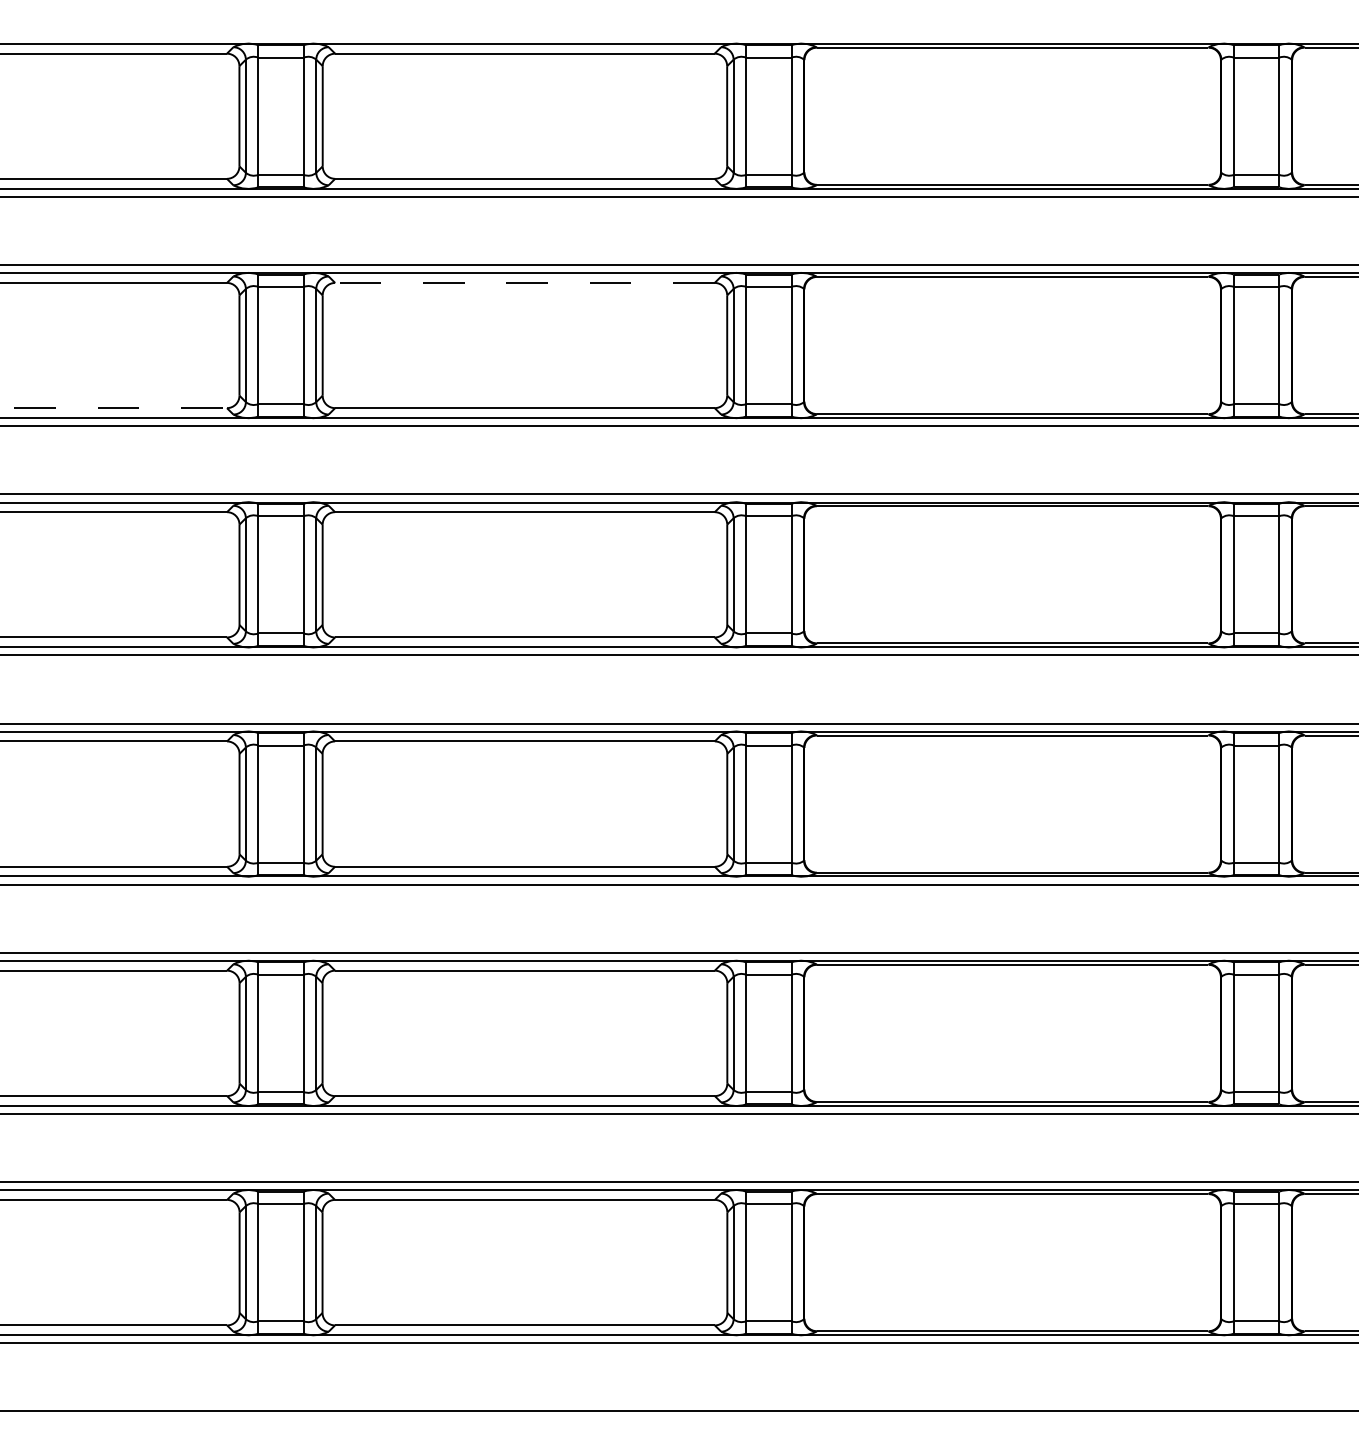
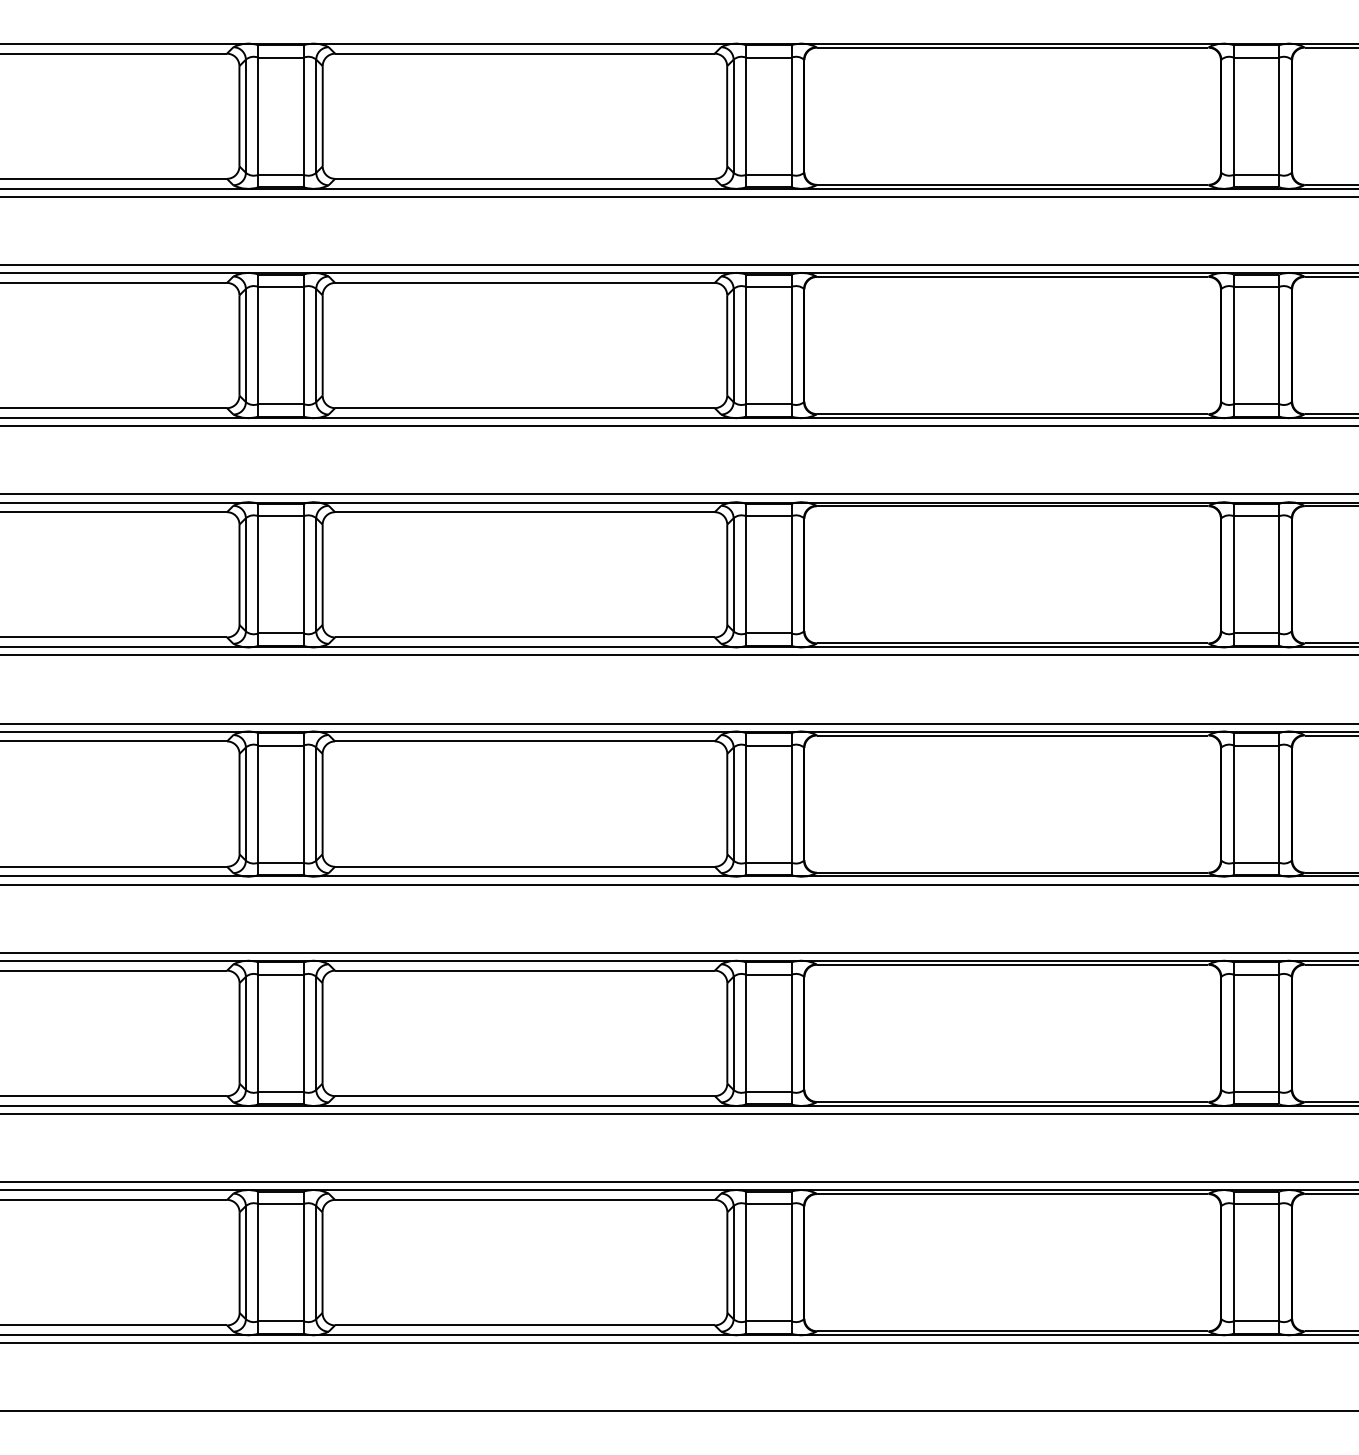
line at (524, 282): dashed -> solid
line at (114, 408): dashed -> solid
